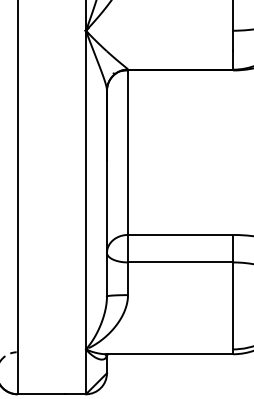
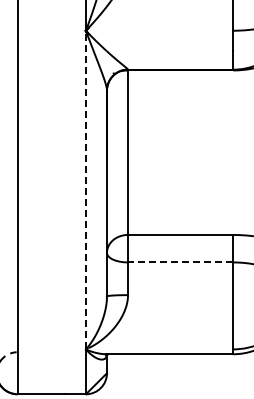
line at (85, 189): solid -> dashed
line at (180, 262): solid -> dashed
